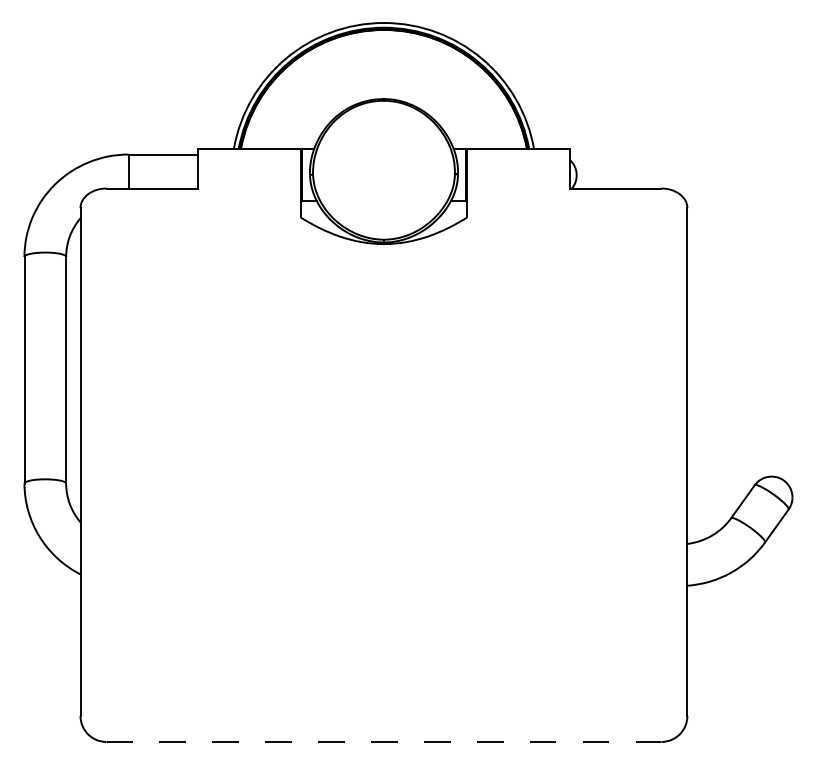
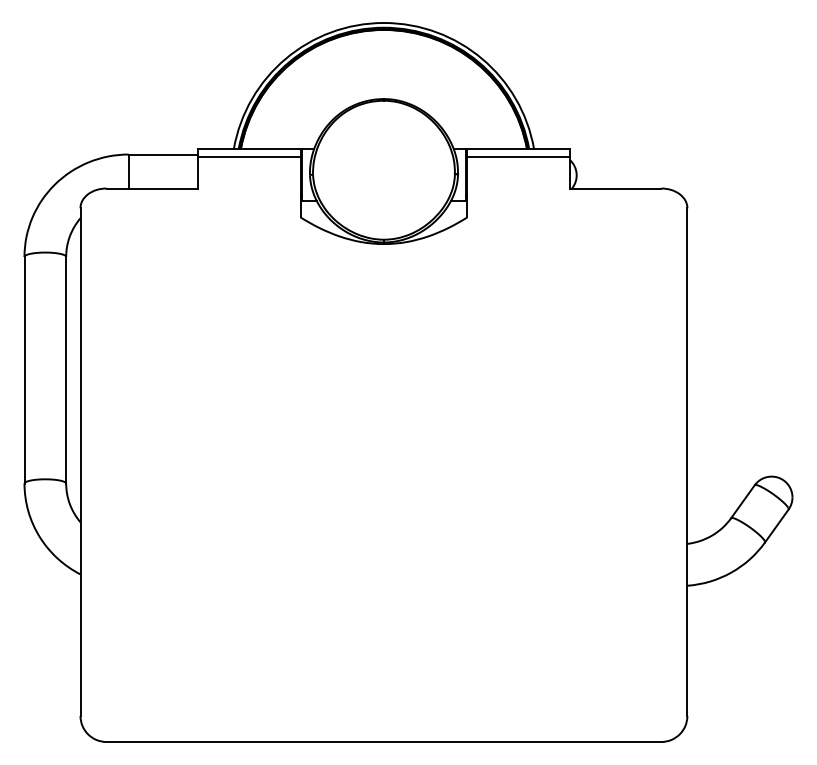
line at (248, 157): none -> present
line at (518, 157): none -> present
line at (384, 741): dashed -> solid
